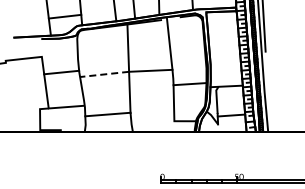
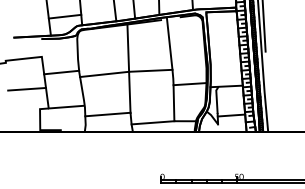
line at (104, 74): dashed -> solid
line at (27, 88): none -> present
line at (152, 122): none -> present
